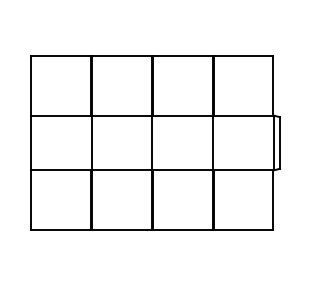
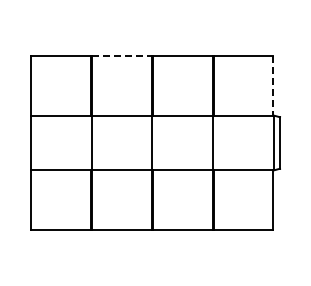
line at (122, 55): solid -> dashed
line at (273, 86): solid -> dashed
